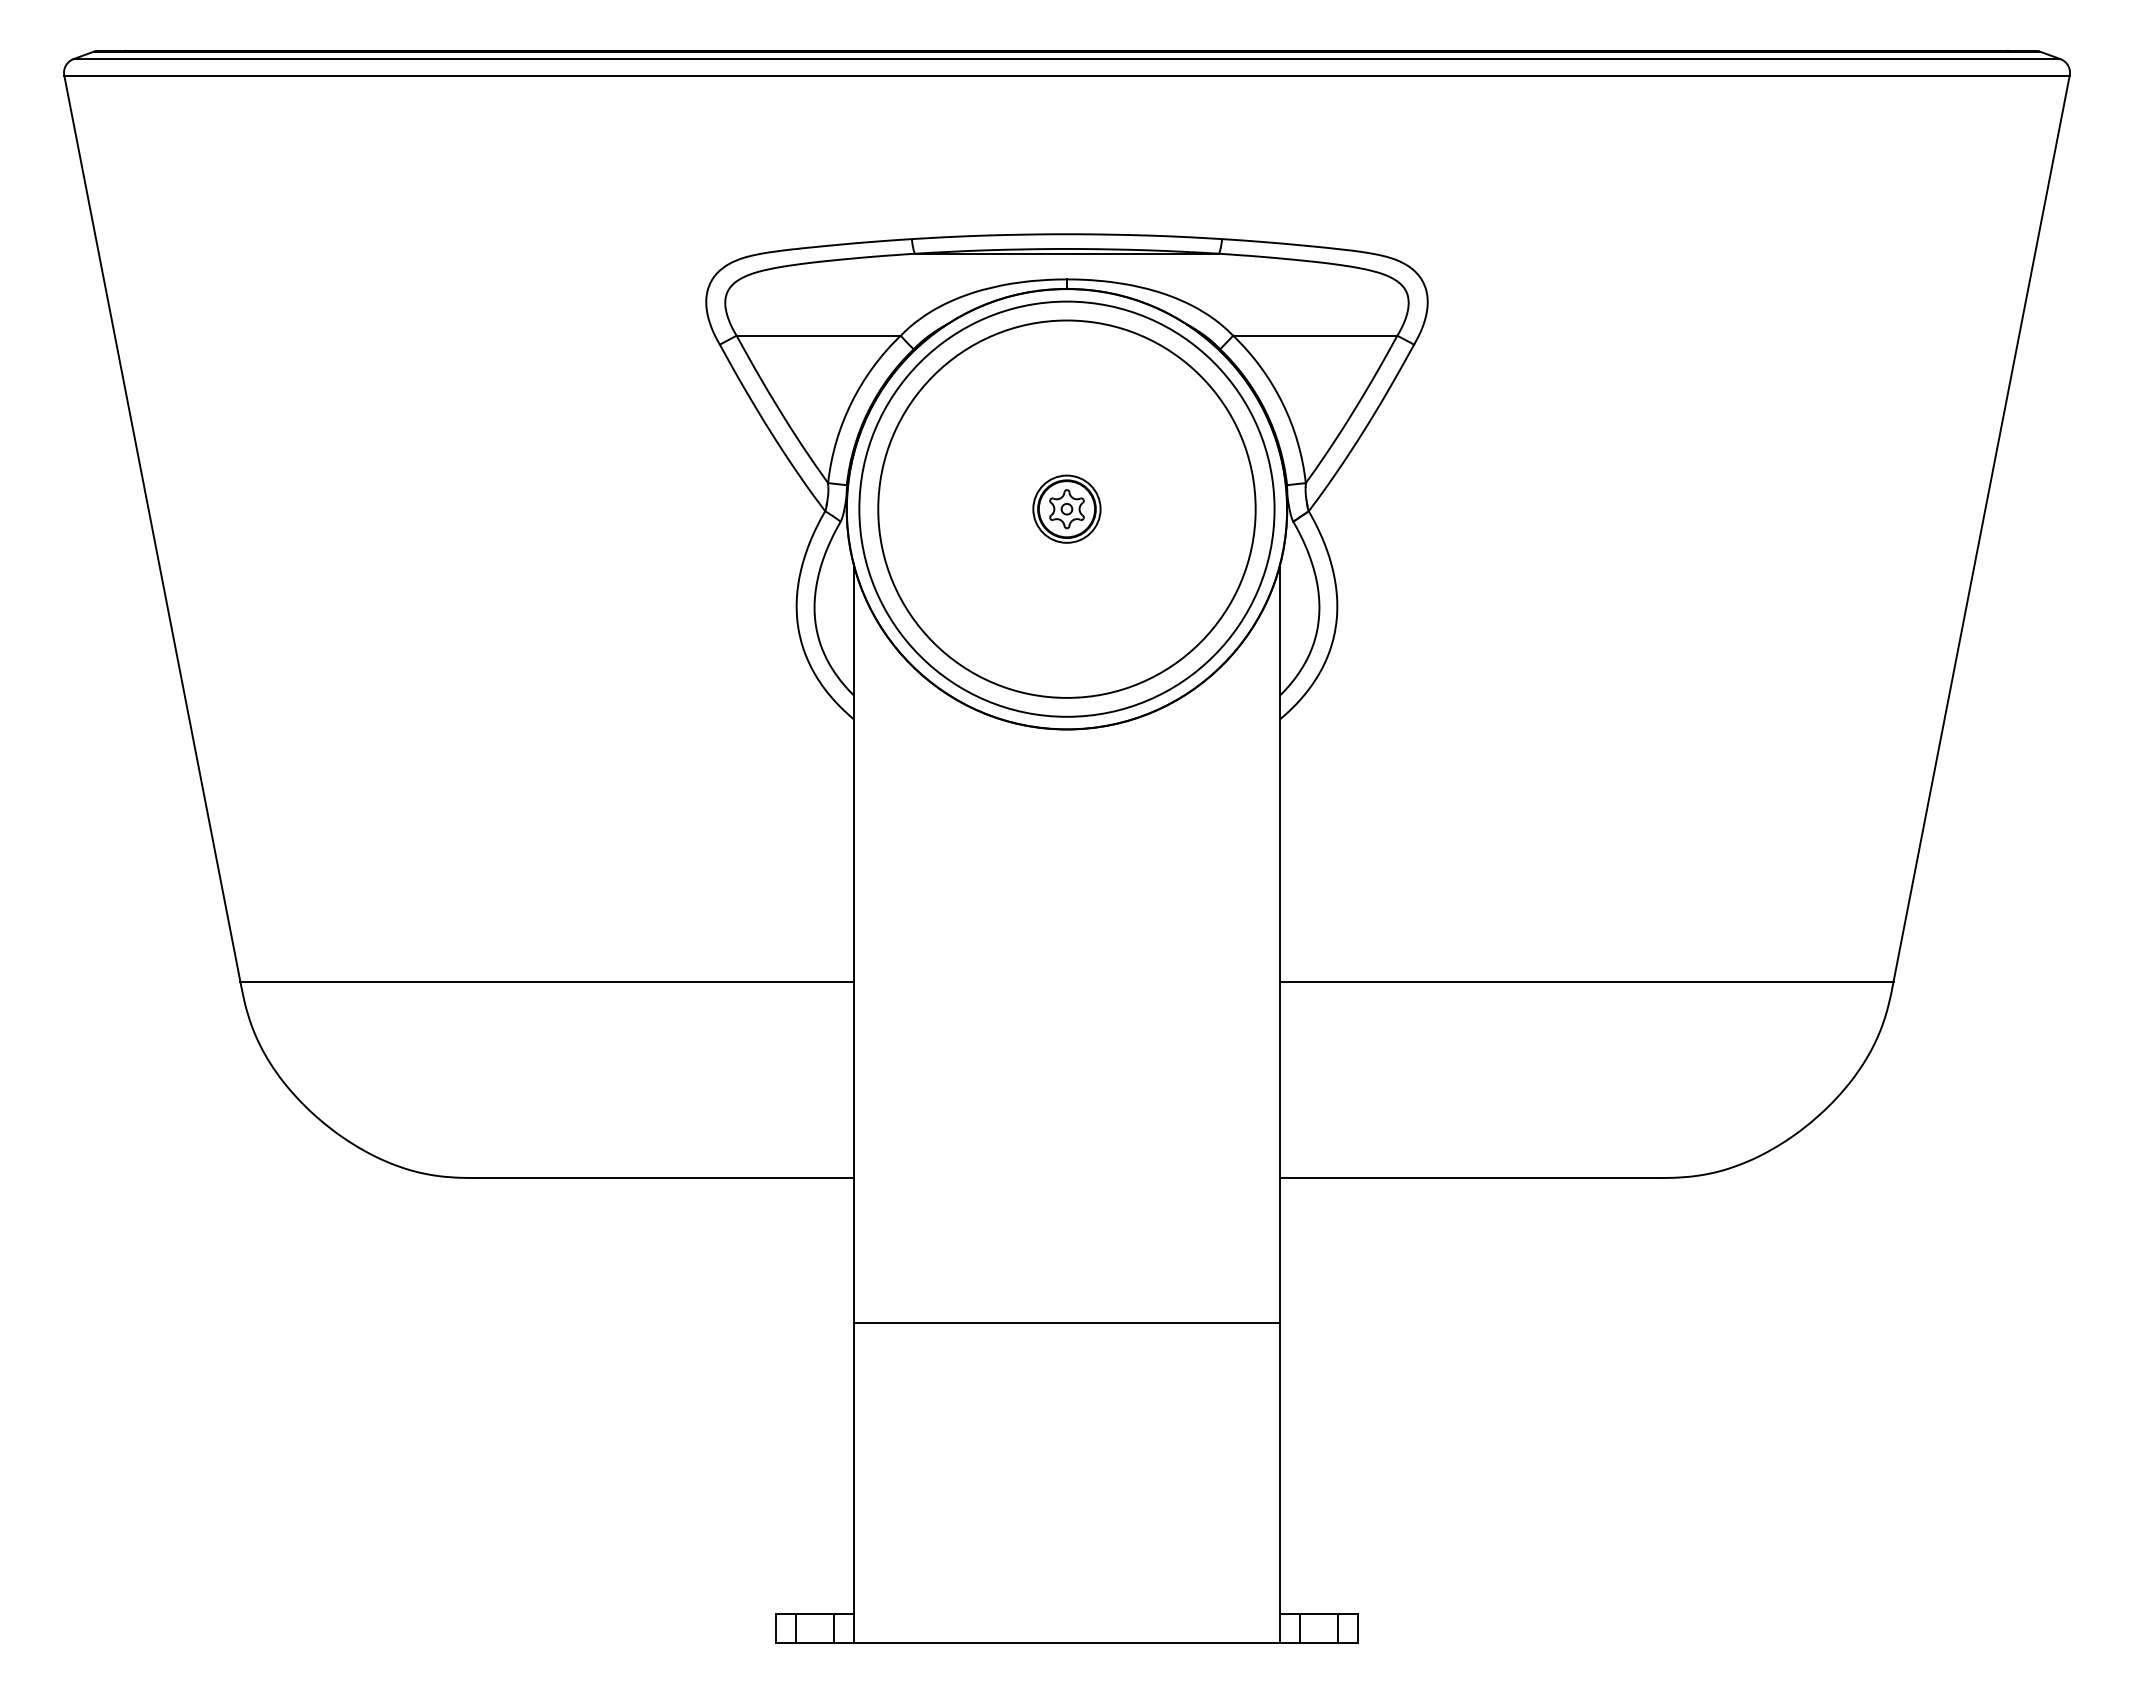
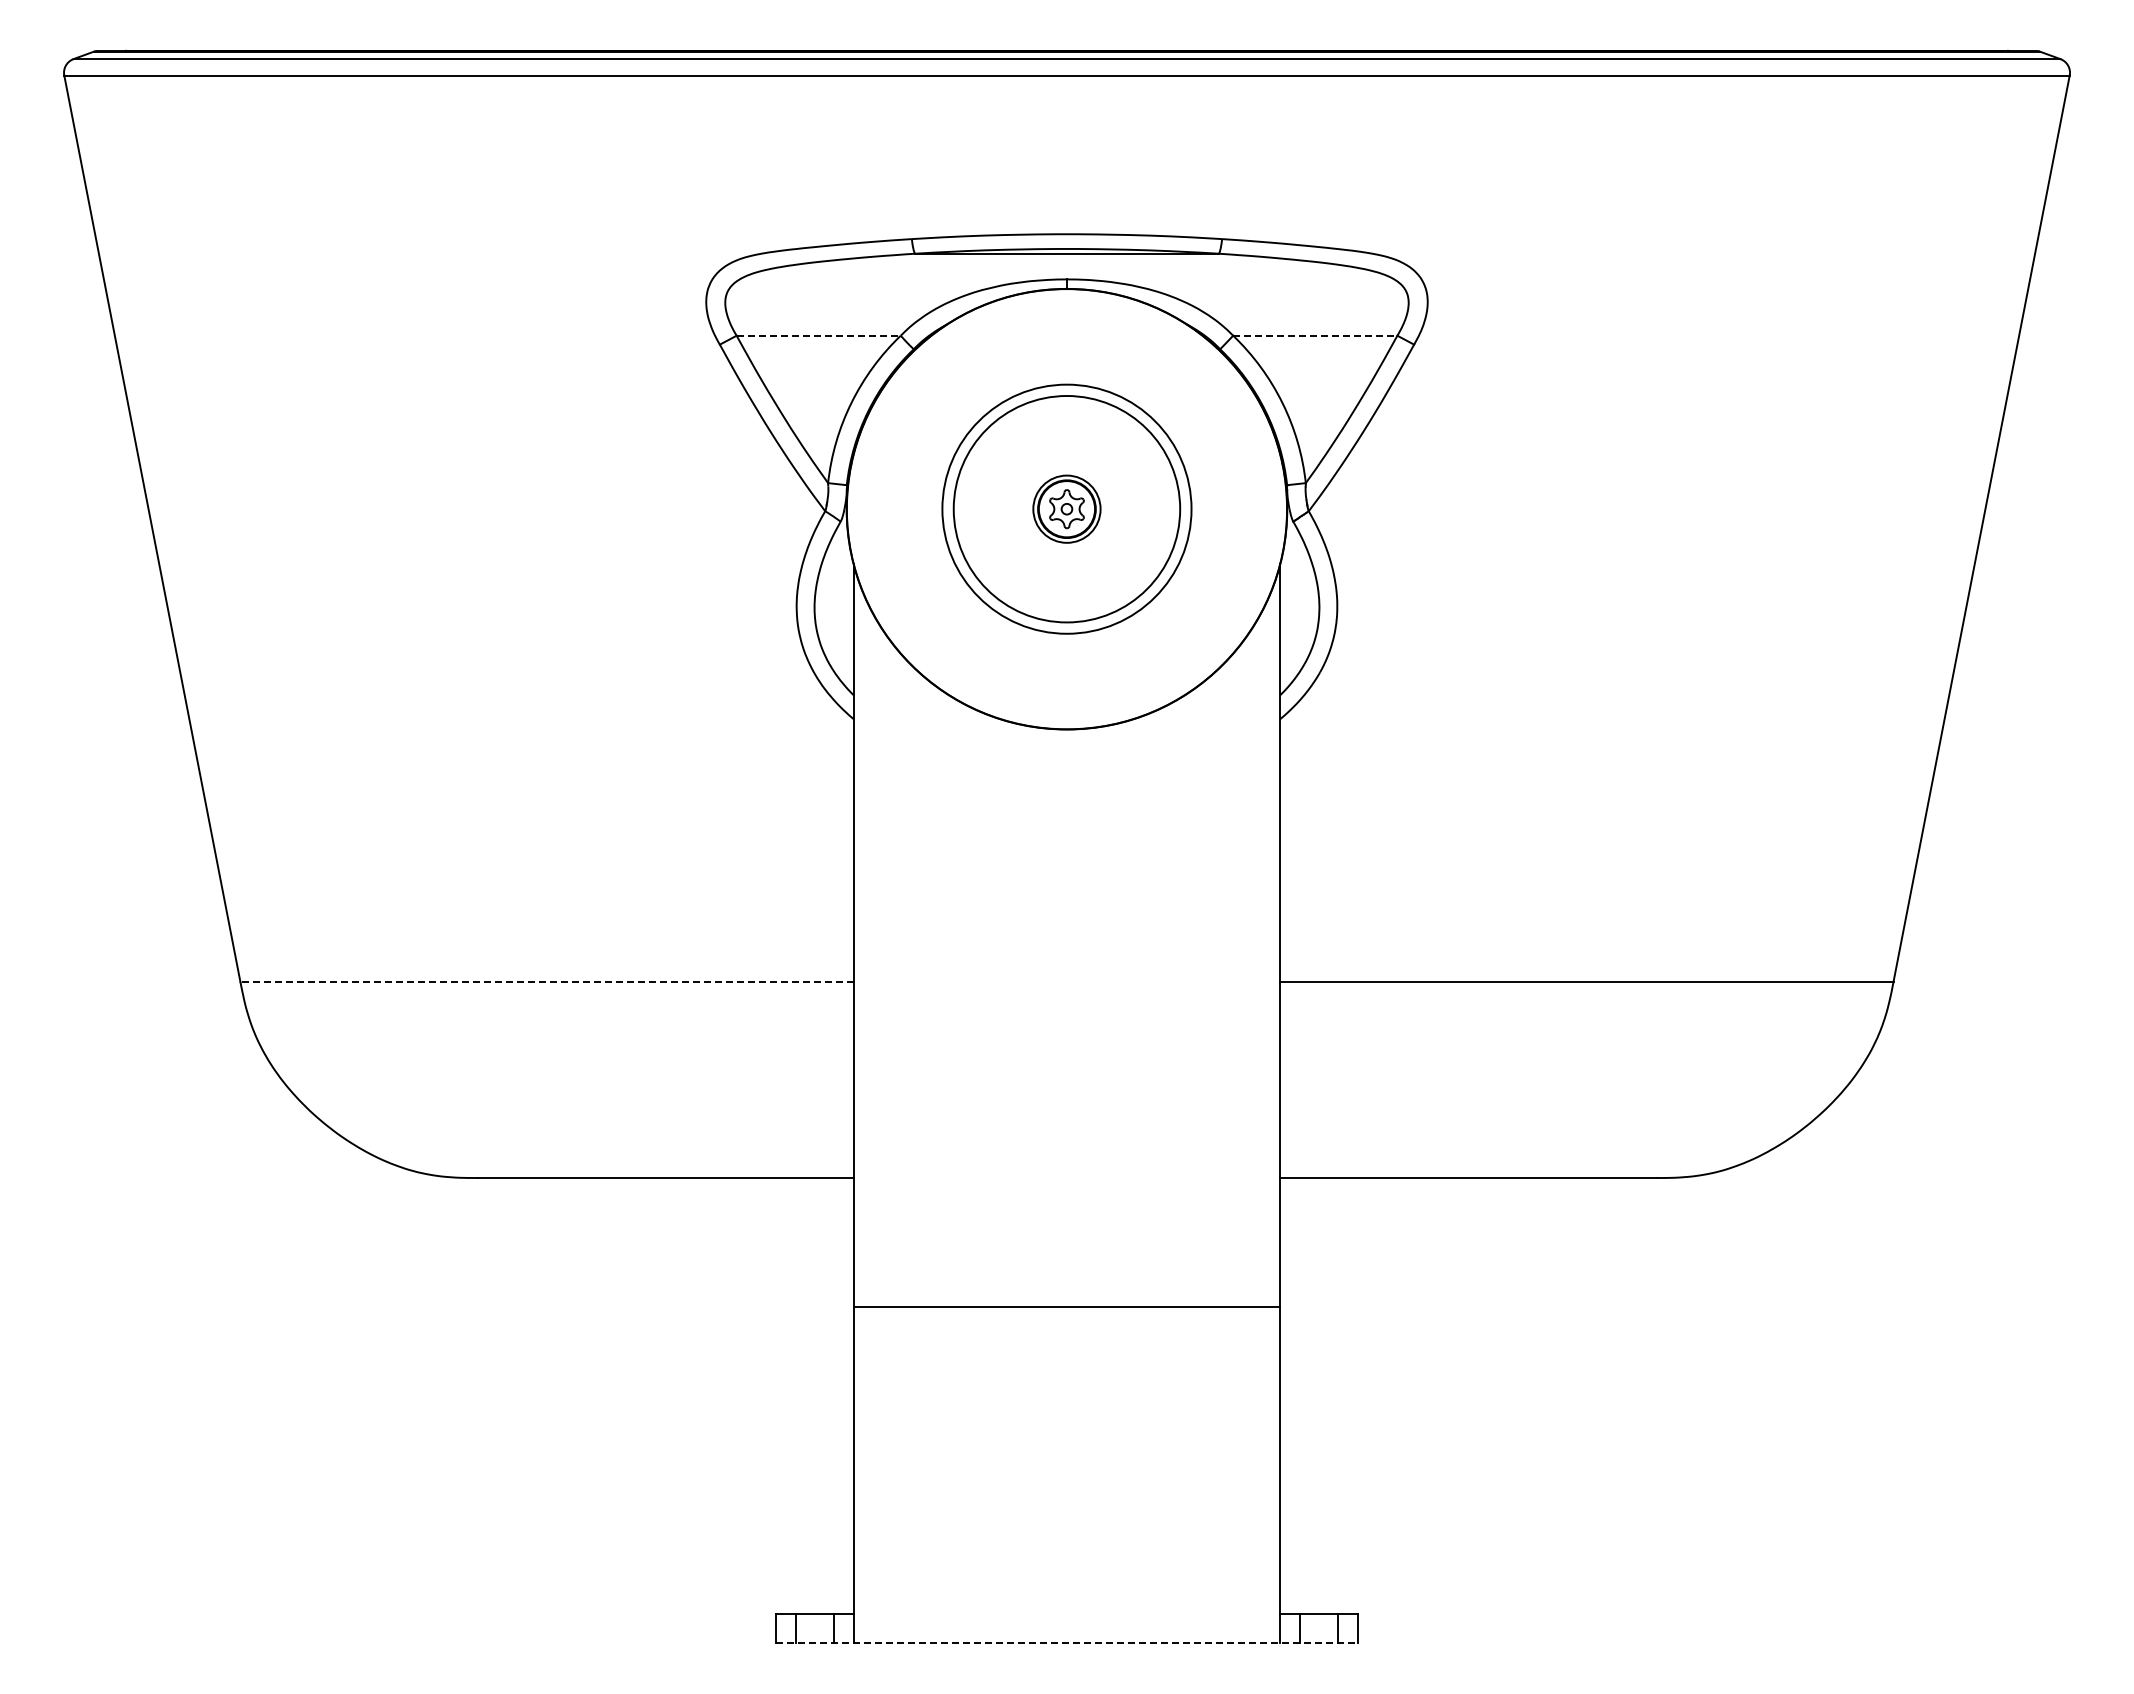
line at (819, 335): solid -> dashed
line at (1315, 335): solid -> dashed
circle at (1066, 508) diameter: 377 px -> 226 px
circle at (1066, 508) diameter: 415 px -> 249 px
line at (547, 981): solid -> dashed
line at (1066, 1323) position: (1066, 1323) -> (1066, 1307)
line at (1066, 1643): solid -> dashed
